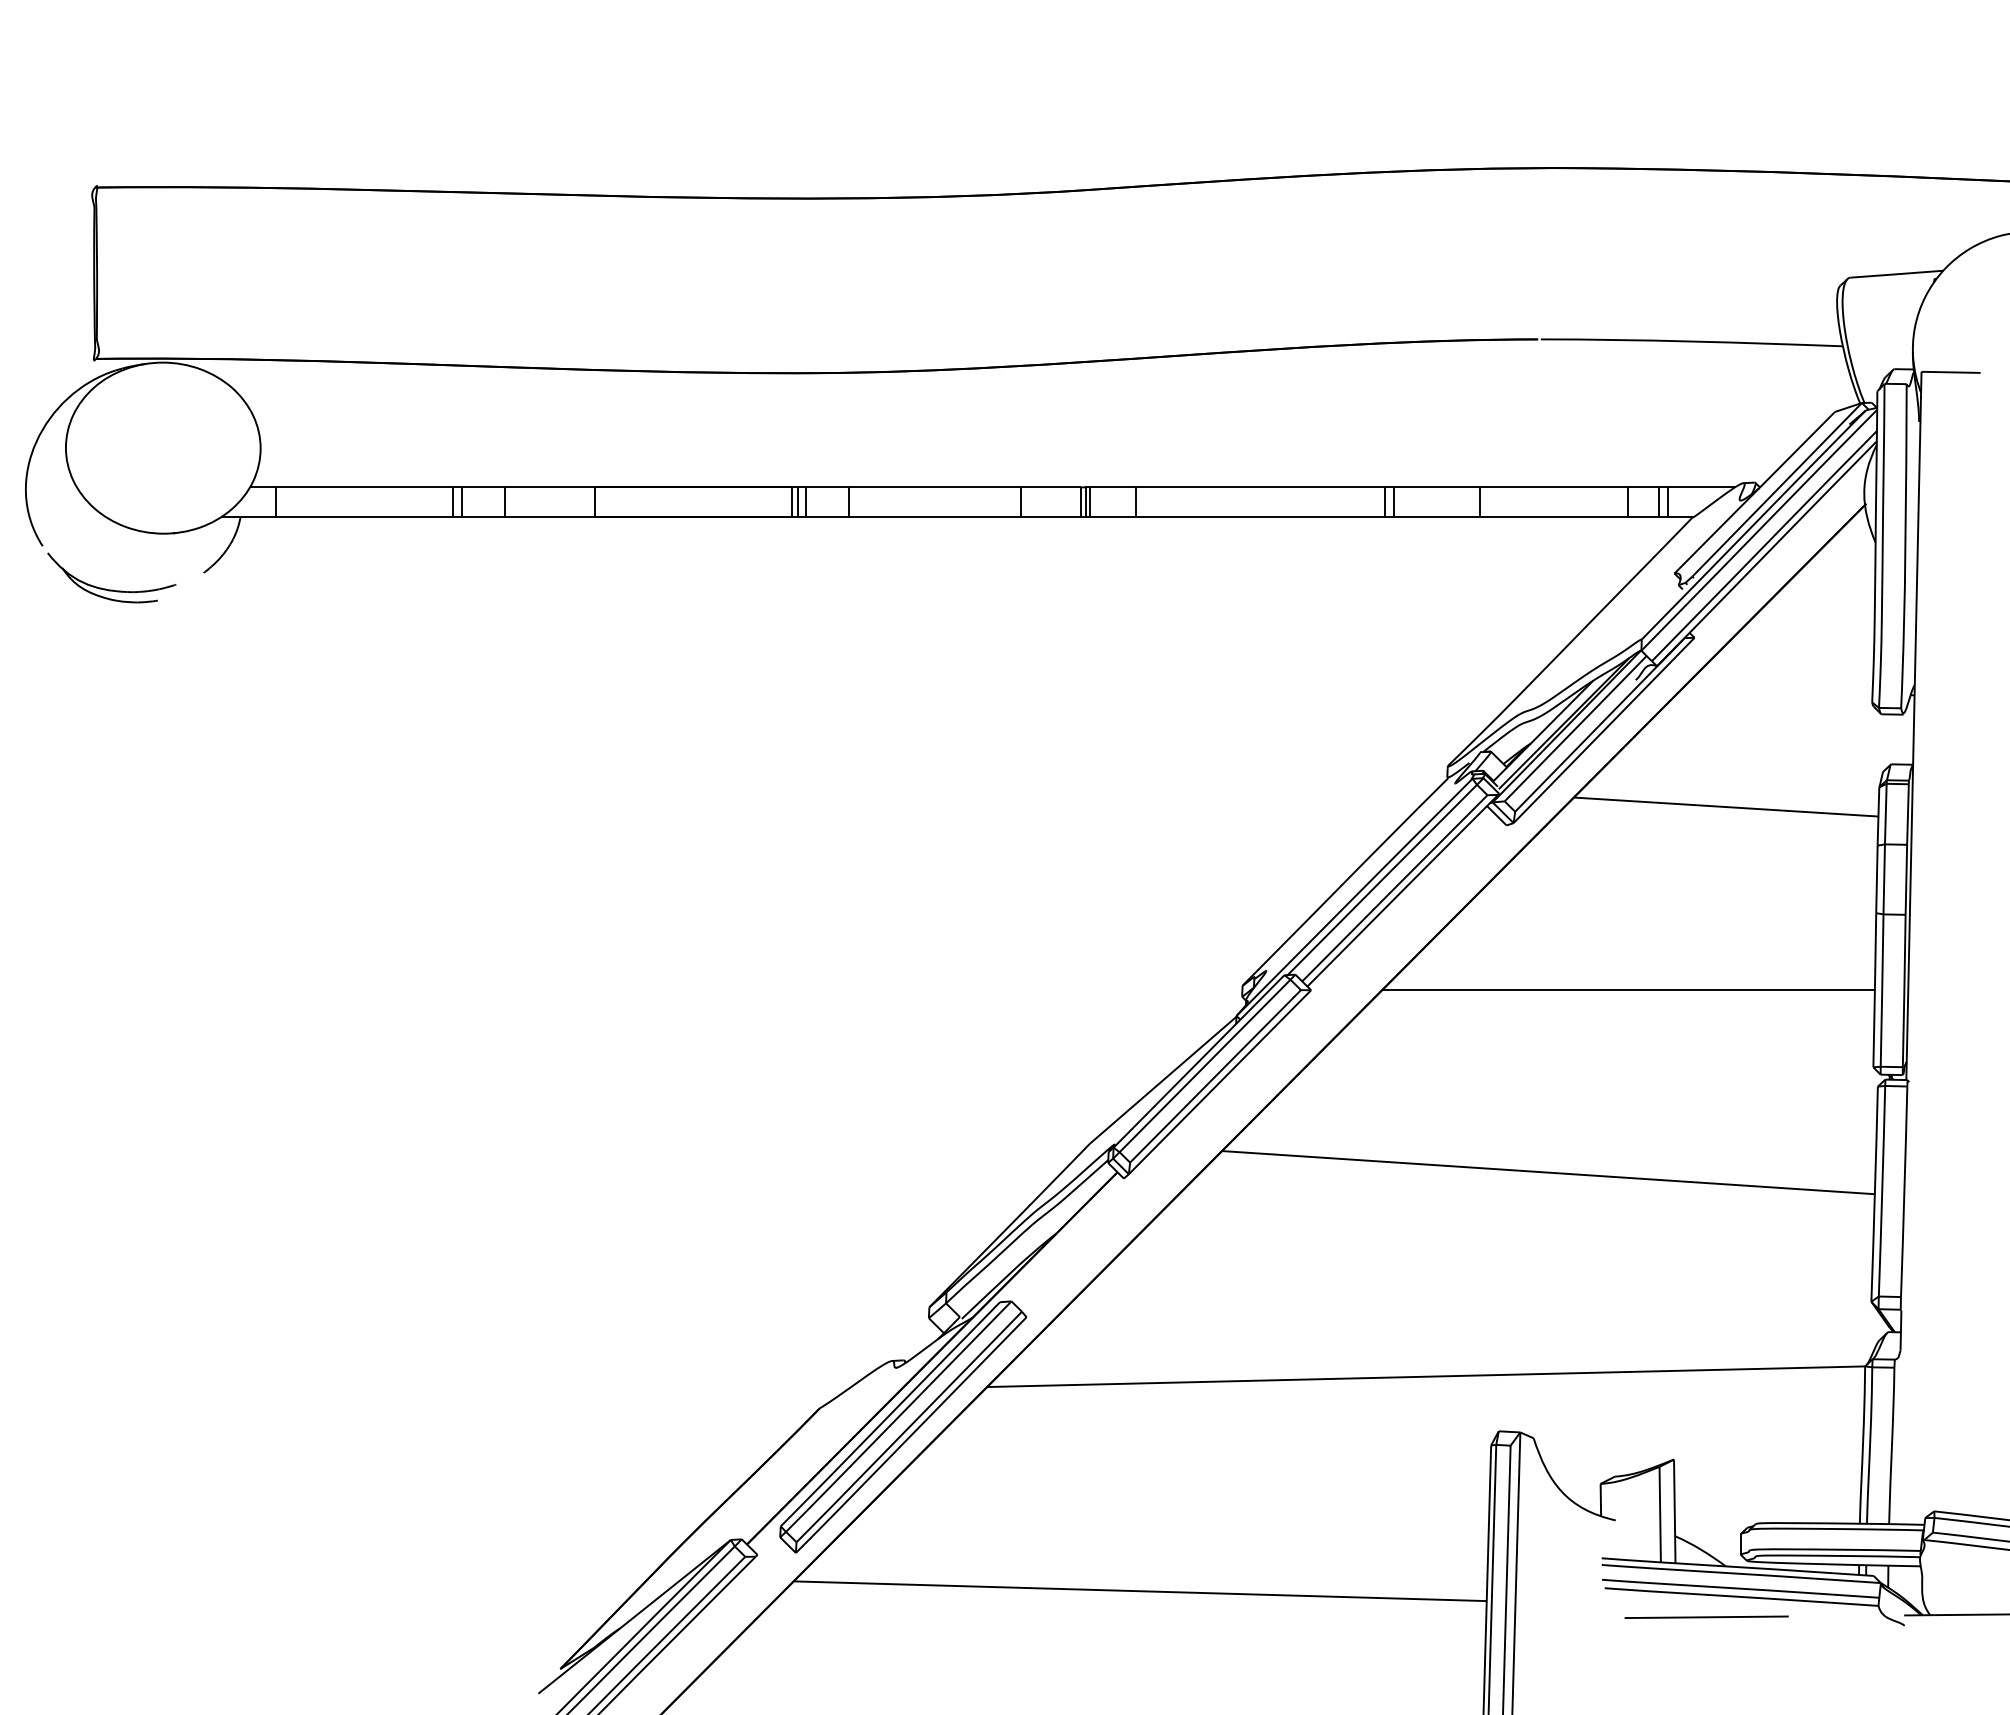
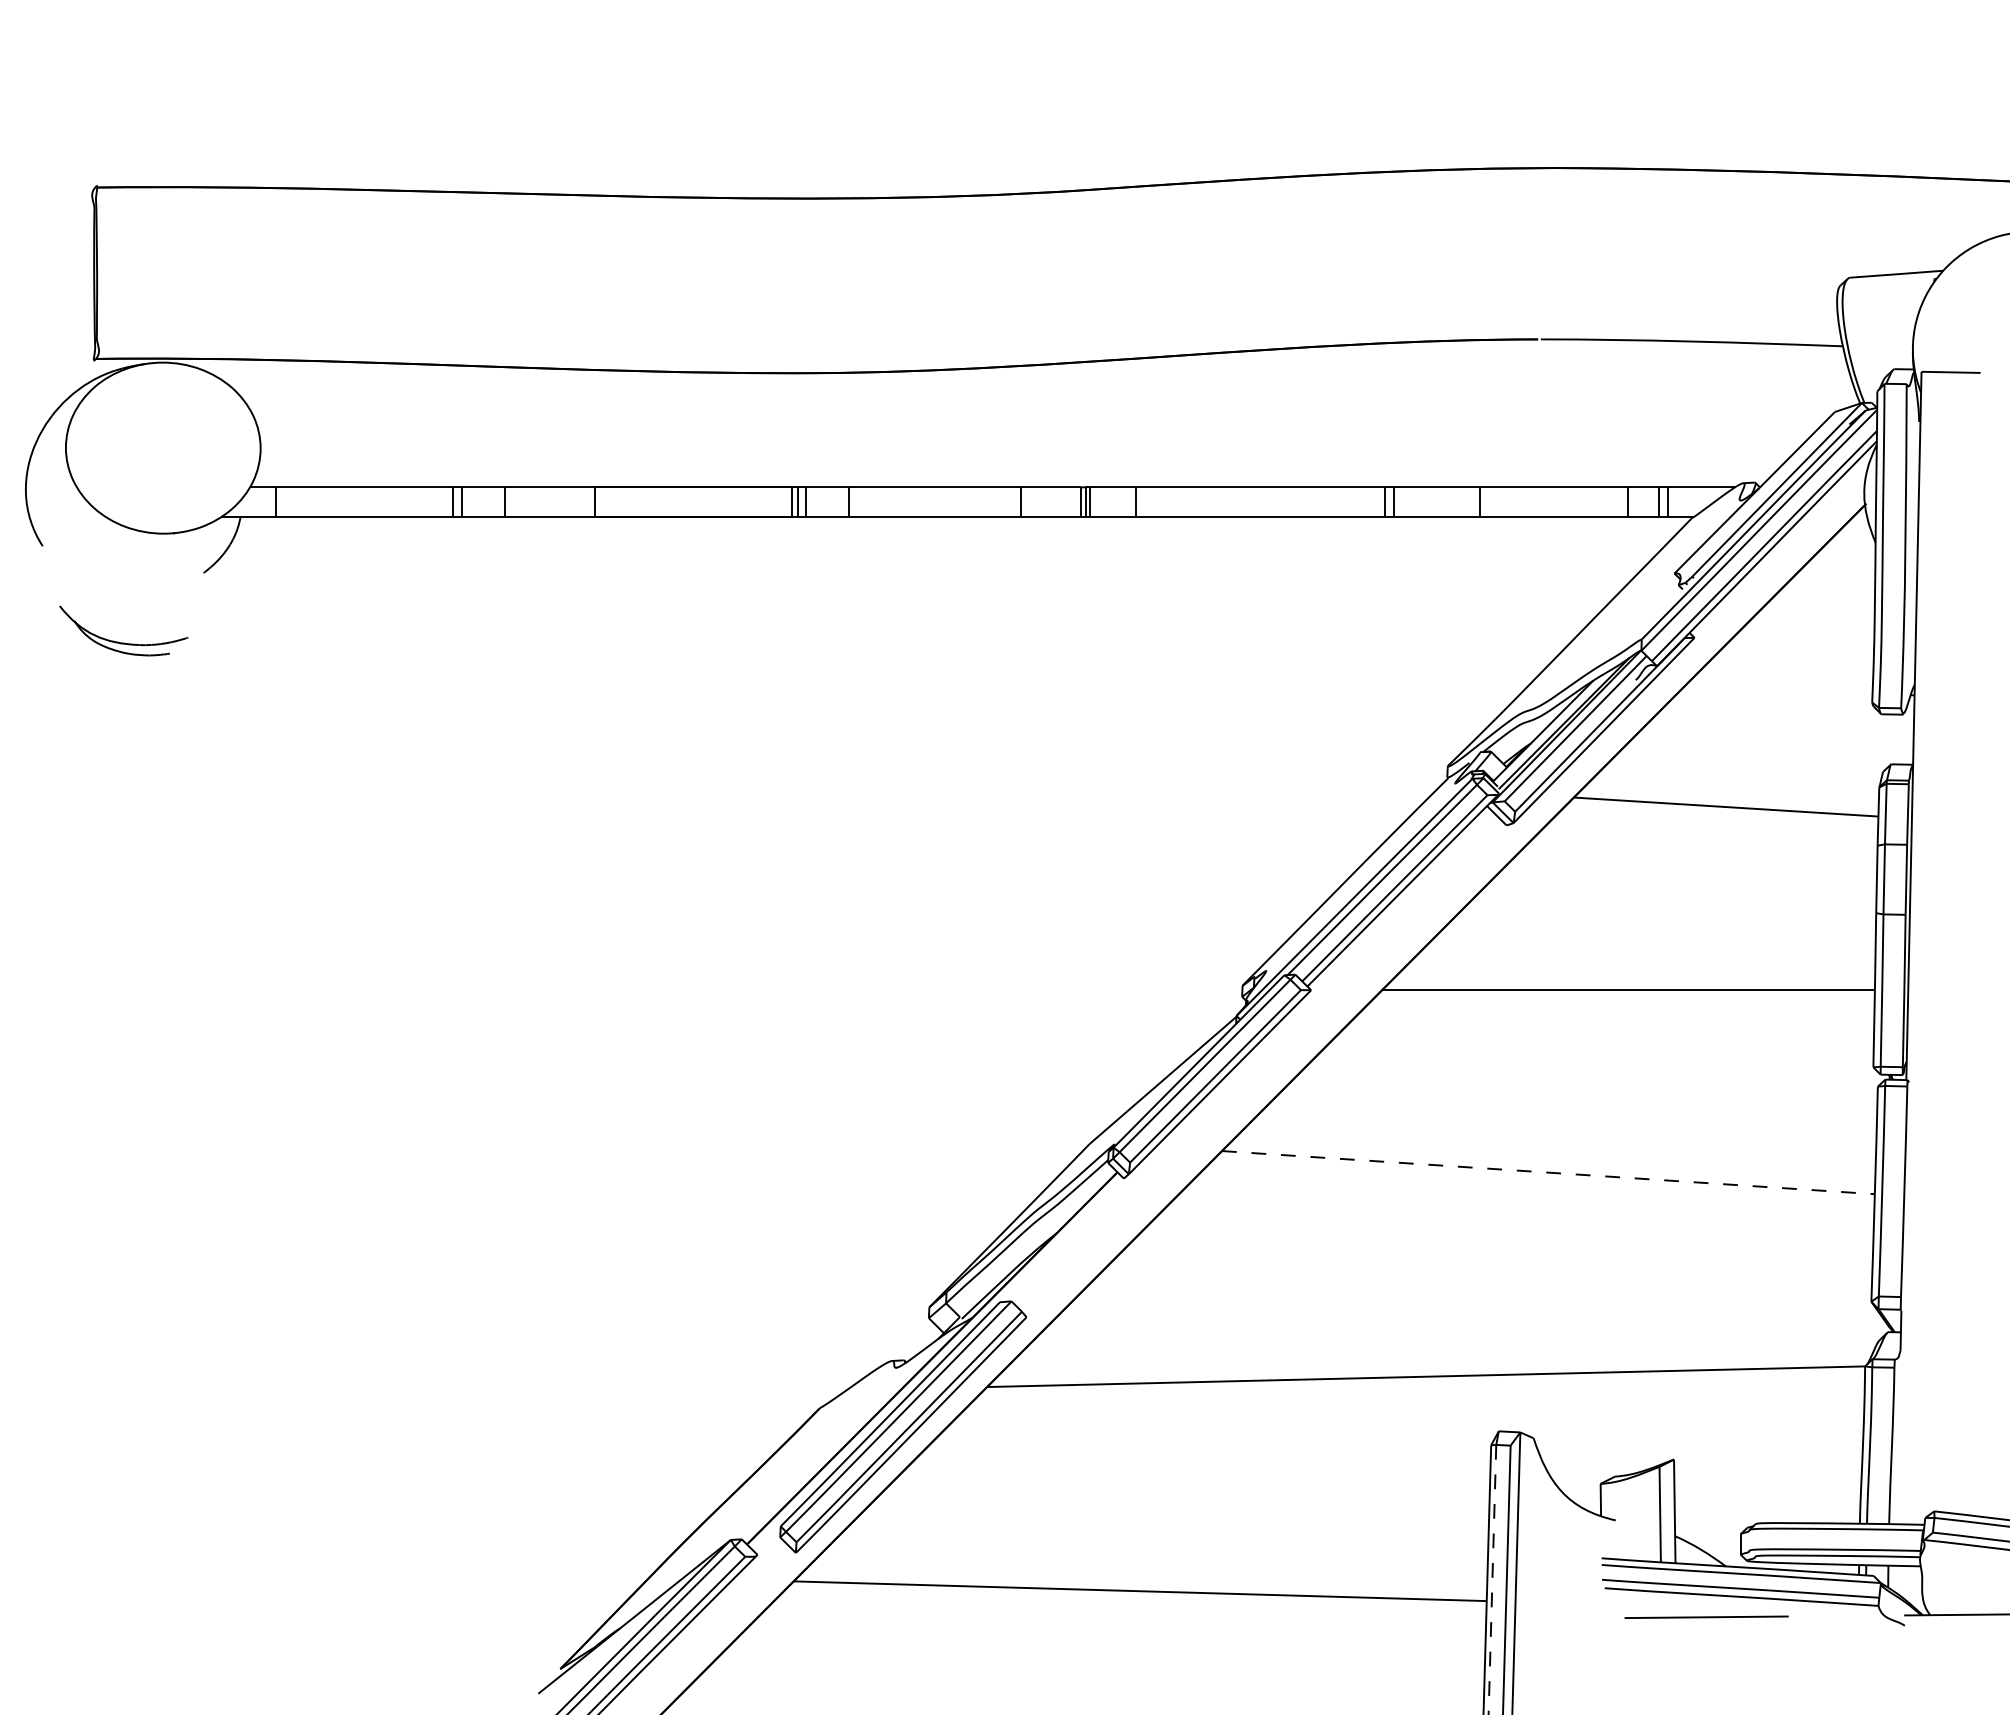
part at (111, 589) position: (111, 589) -> (123, 642)
line at (1548, 1172): solid -> dashed
line at (1492, 1579): solid -> dashed
